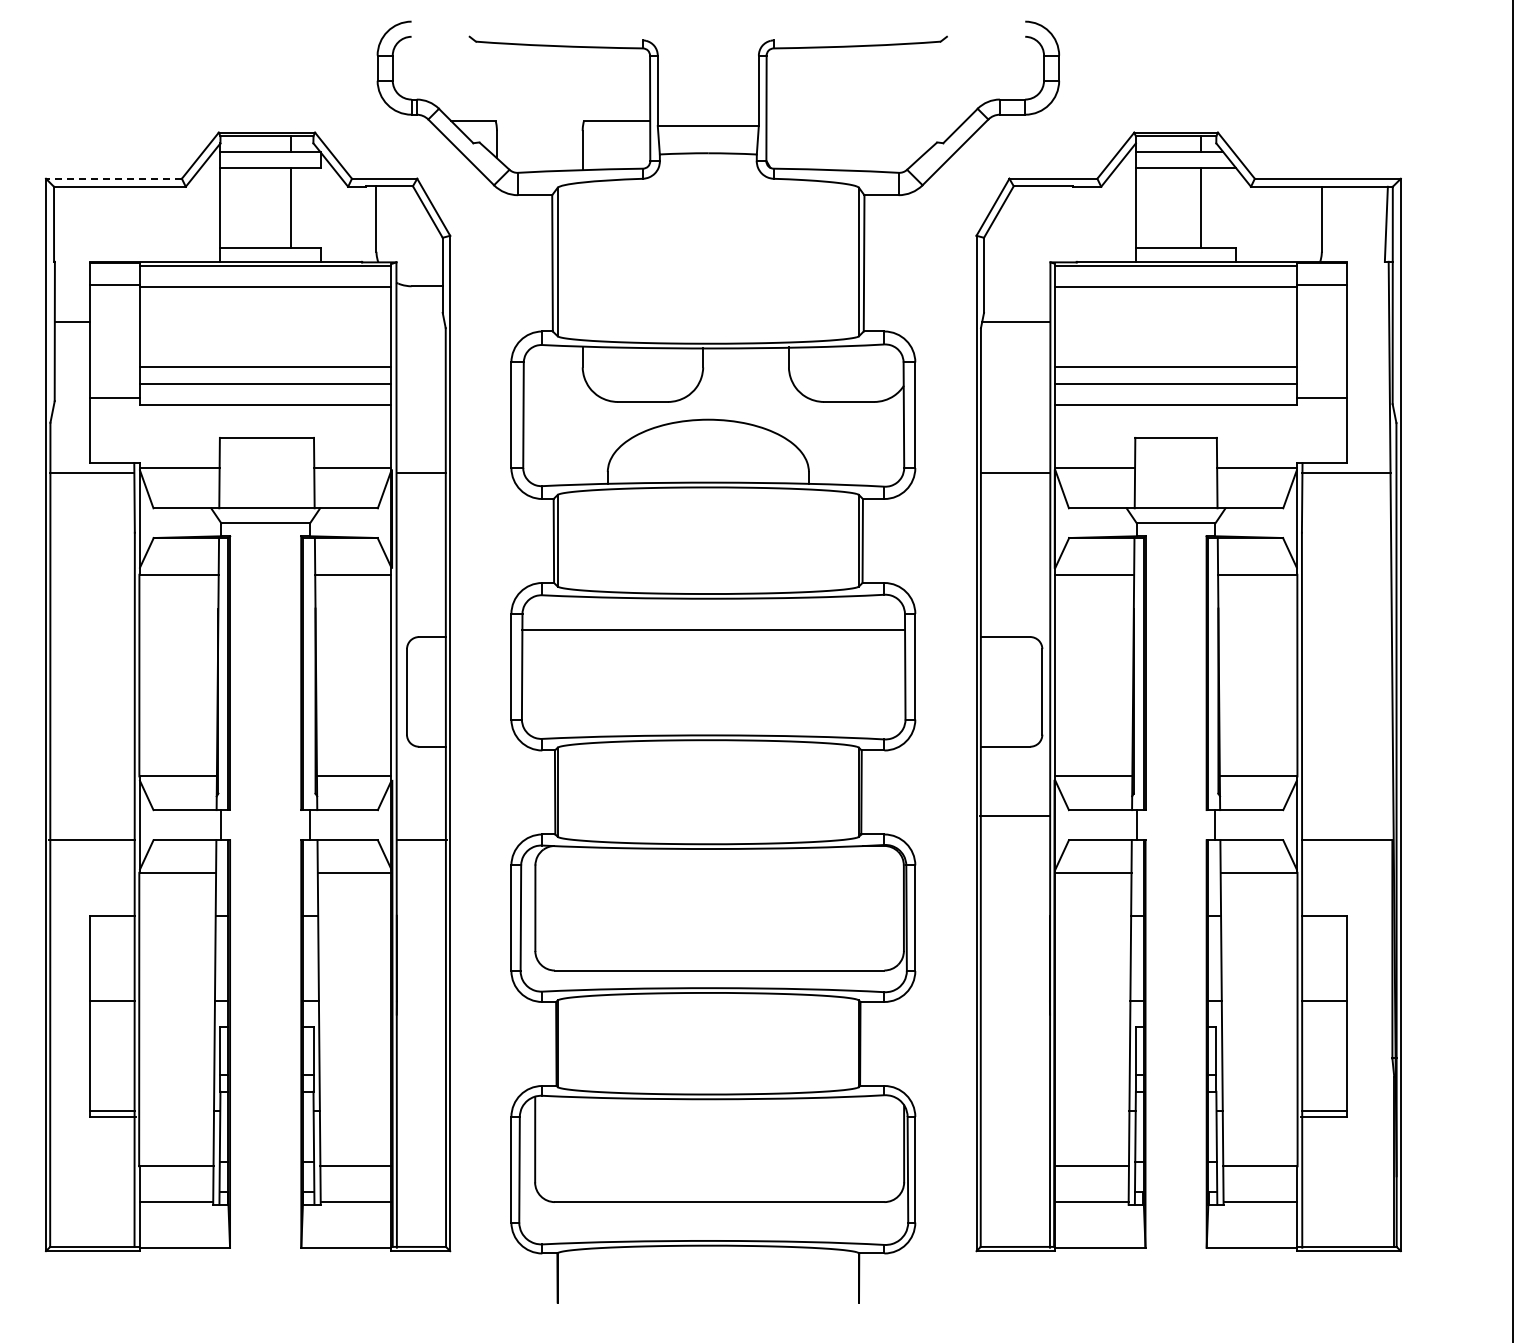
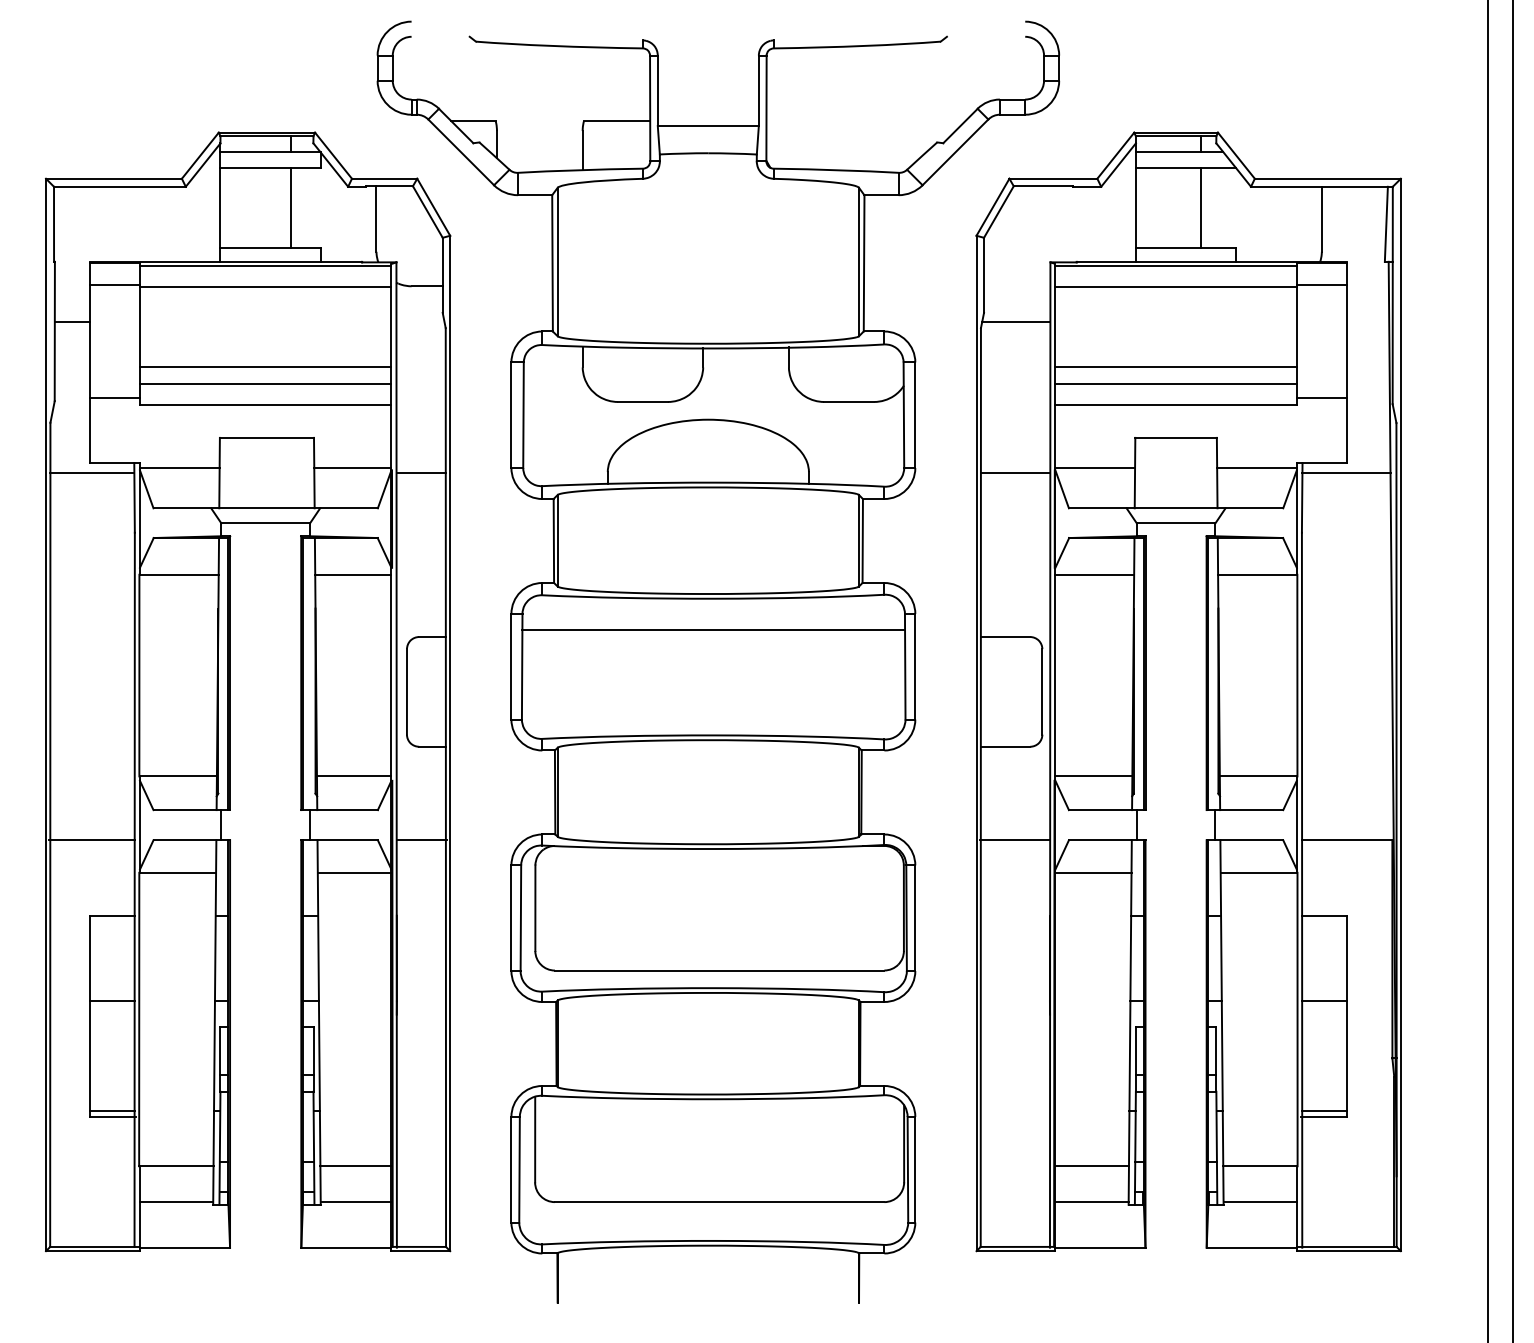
line at (113, 178): dashed -> solid
line at (1487, 670): none -> present
line at (1014, 816) position: (1014, 816) -> (1014, 840)
